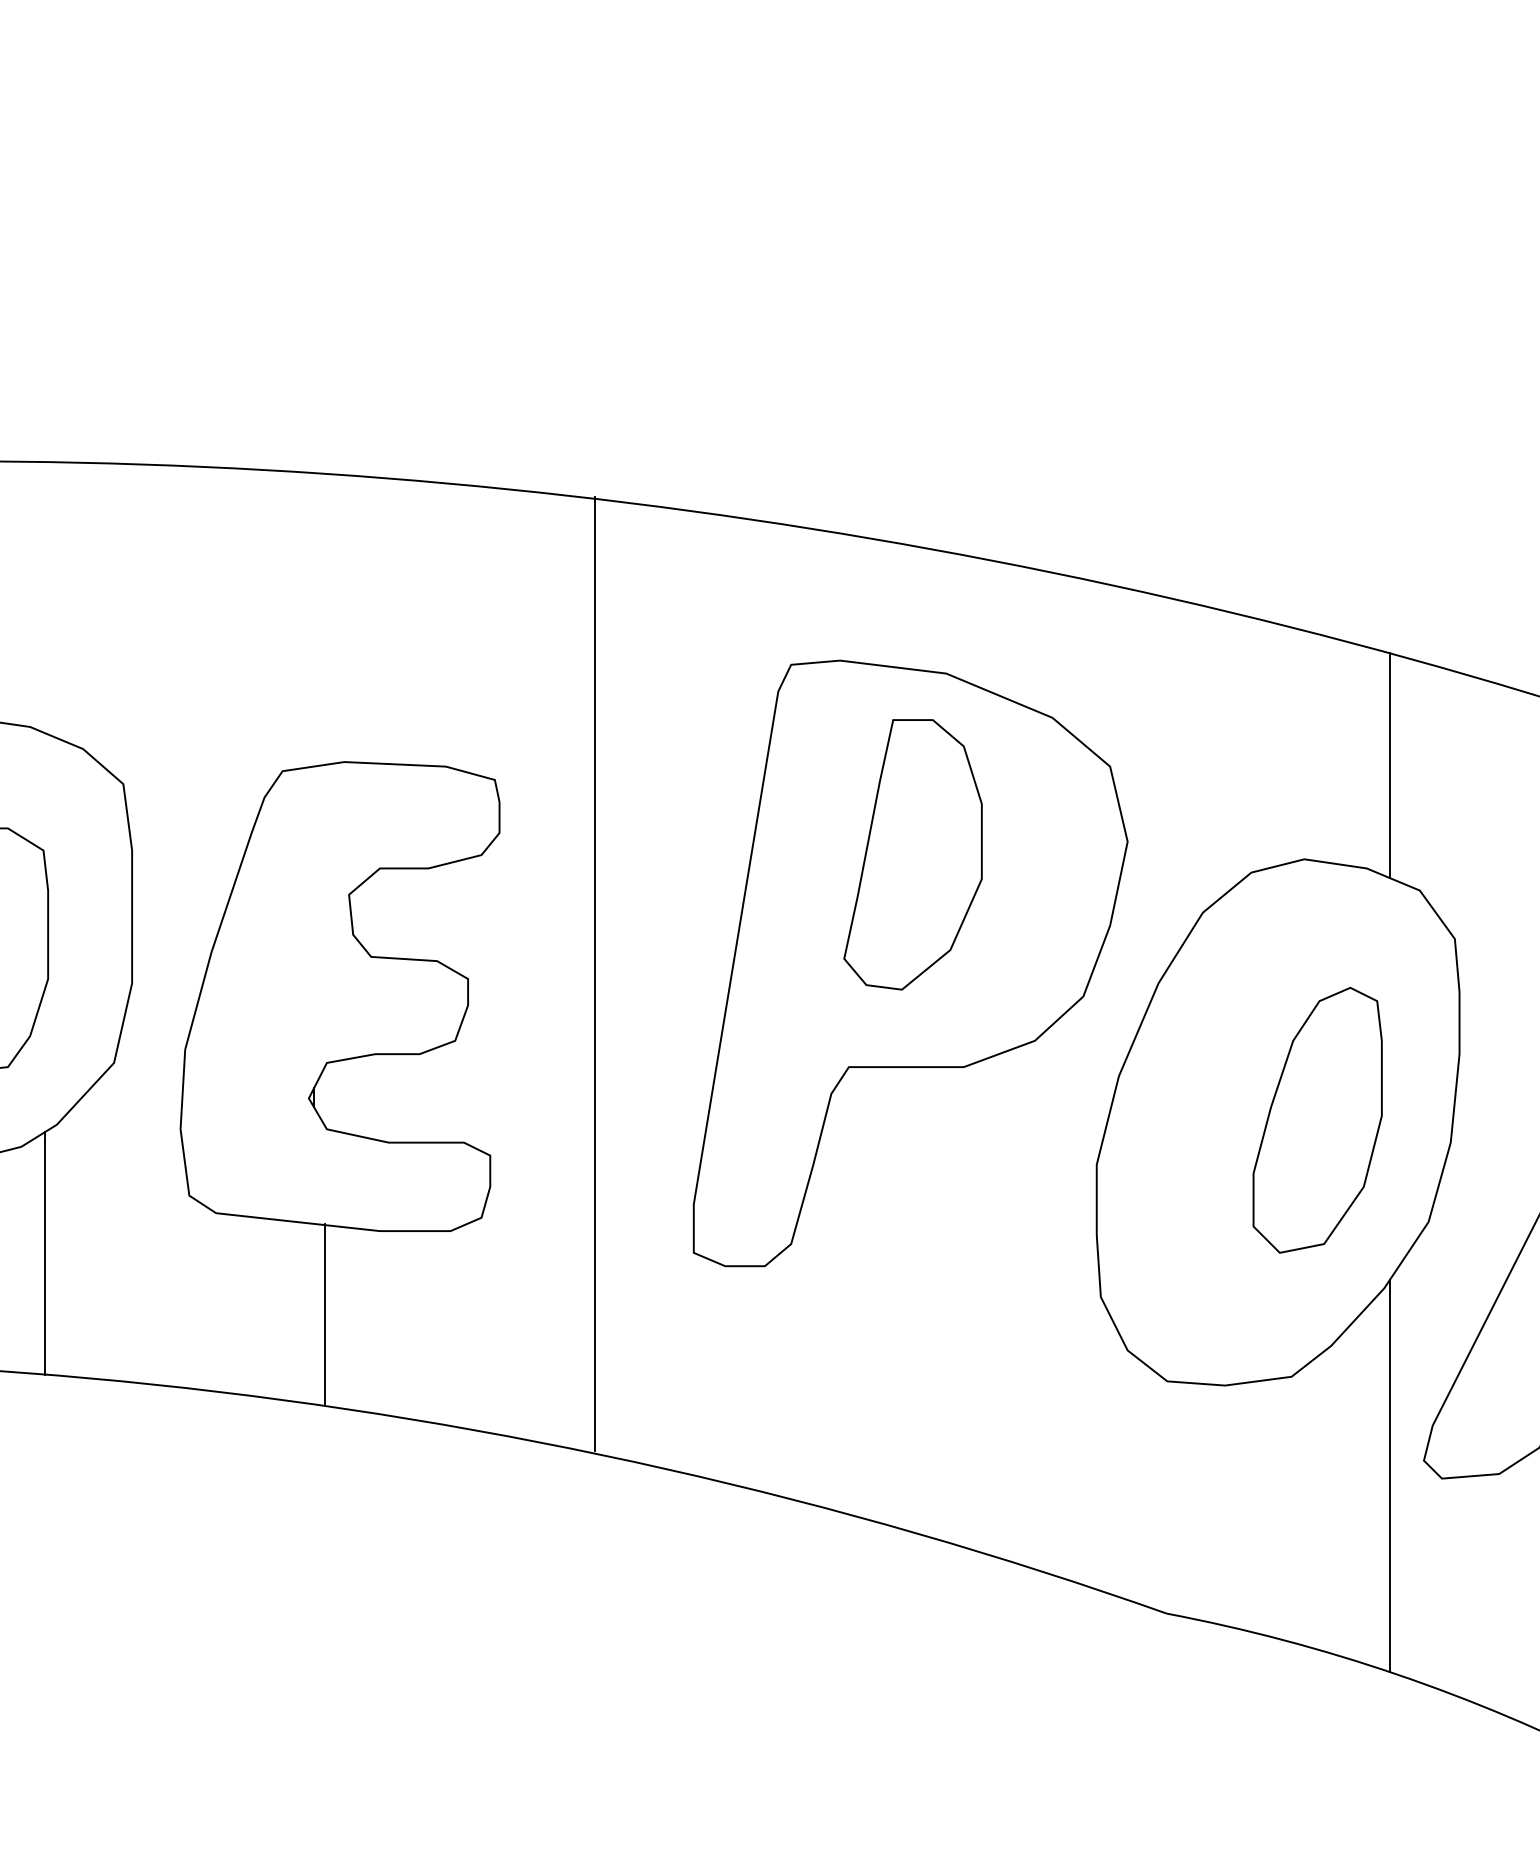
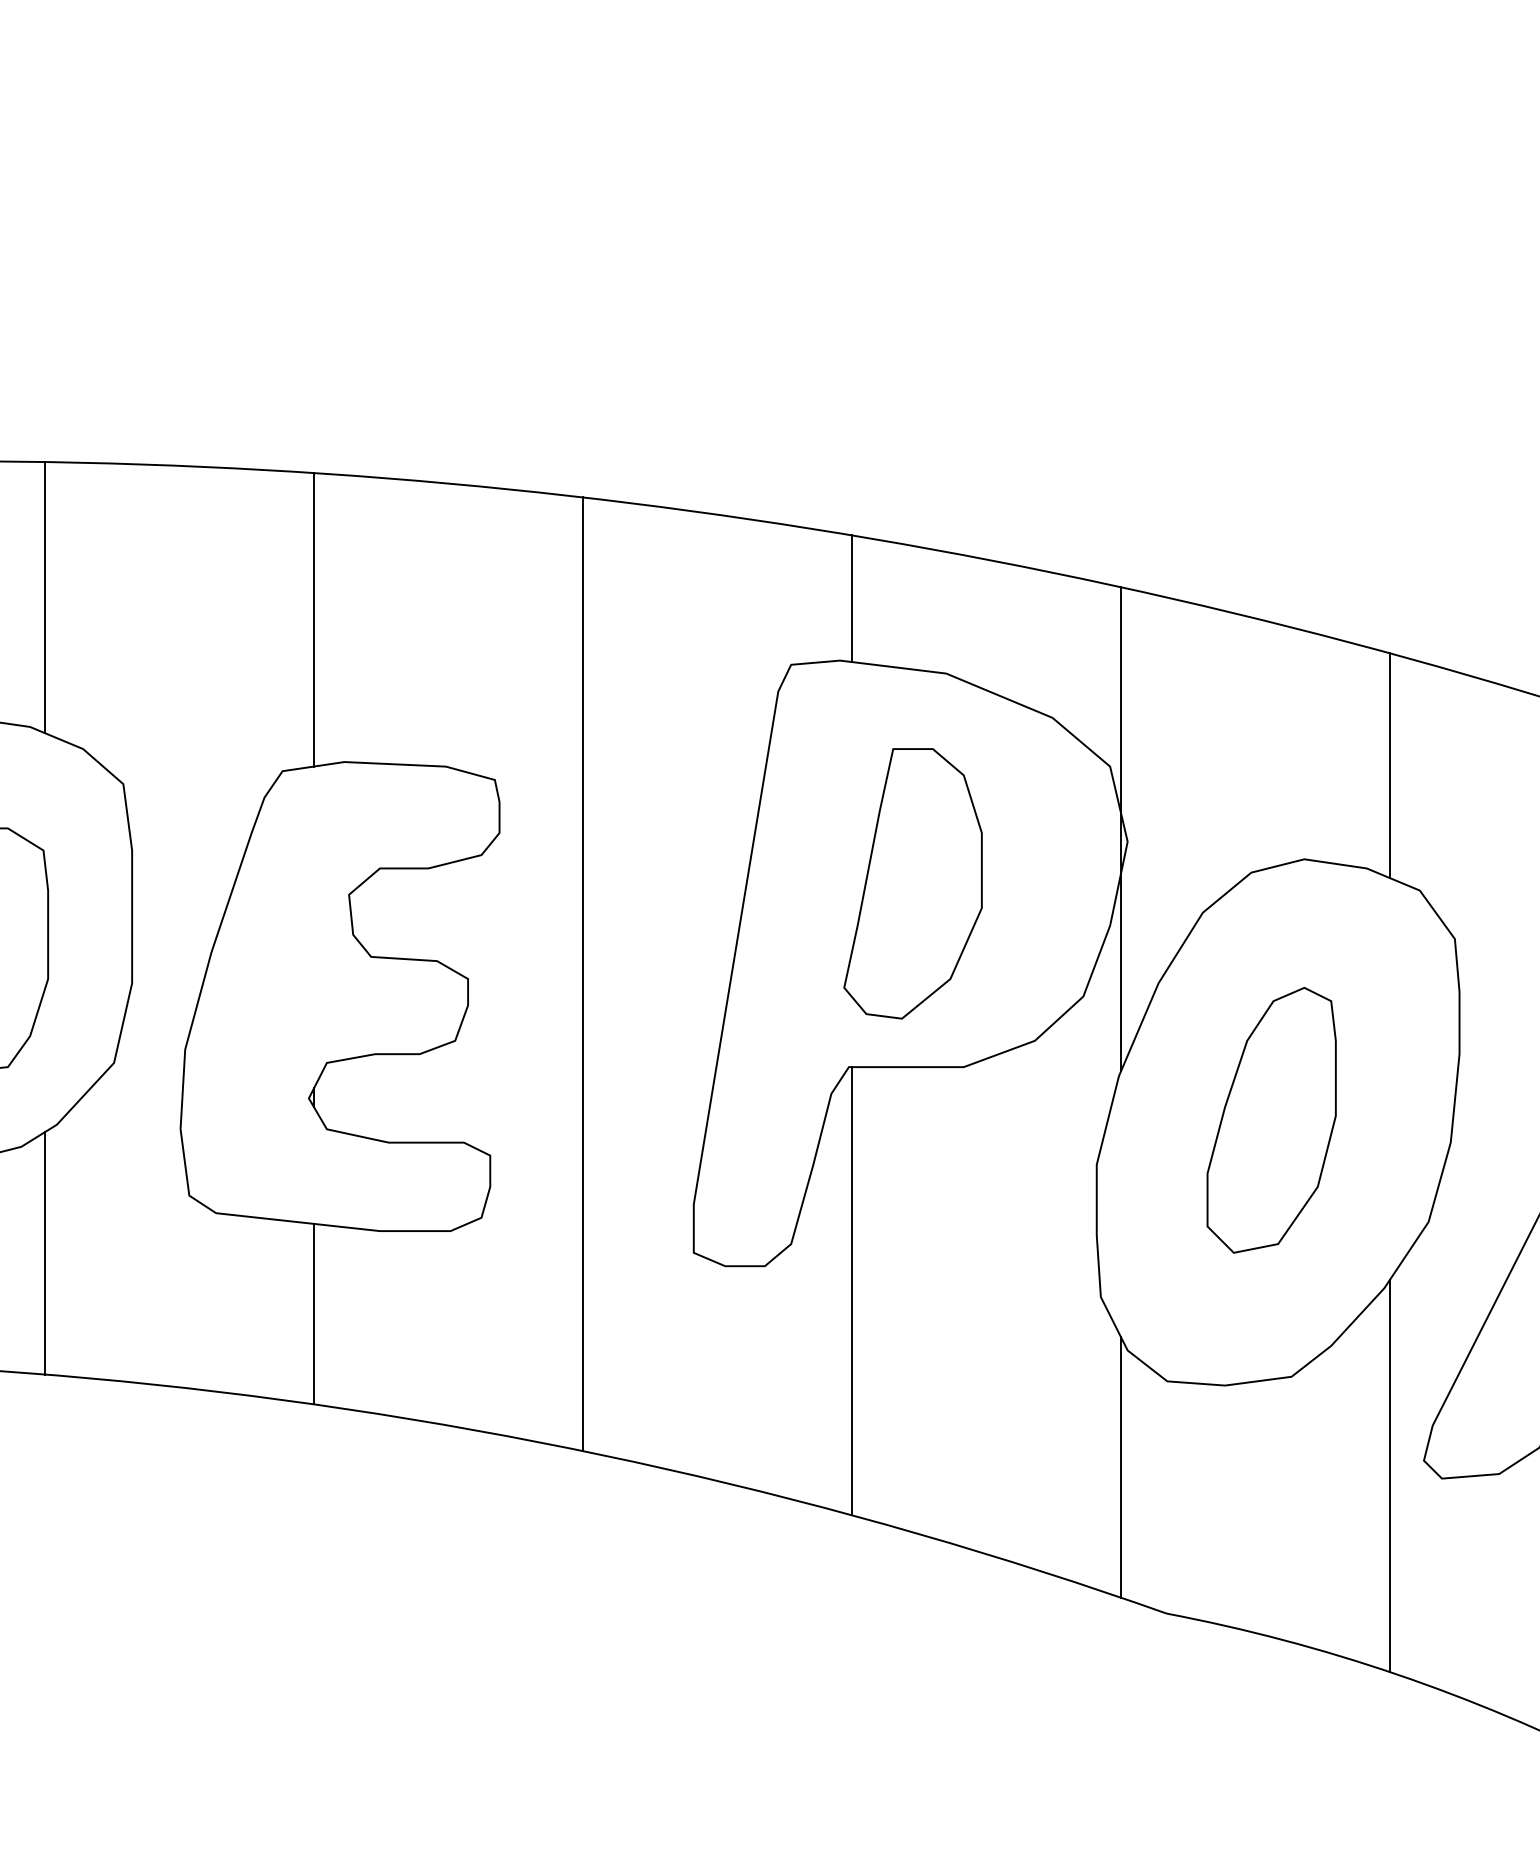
line at (45, 597): none -> present
line at (852, 598): none -> present
line at (314, 619): none -> present
line at (1121, 829): none -> present
part at (912, 854) position: (912, 854) -> (912, 883)
line at (595, 974) position: (595, 974) -> (583, 974)
part at (1317, 1119) position: (1317, 1119) -> (1271, 1119)
line at (852, 1291): none -> present
line at (325, 1313) position: (325, 1313) -> (314, 1313)
line at (1121, 1467): none -> present
